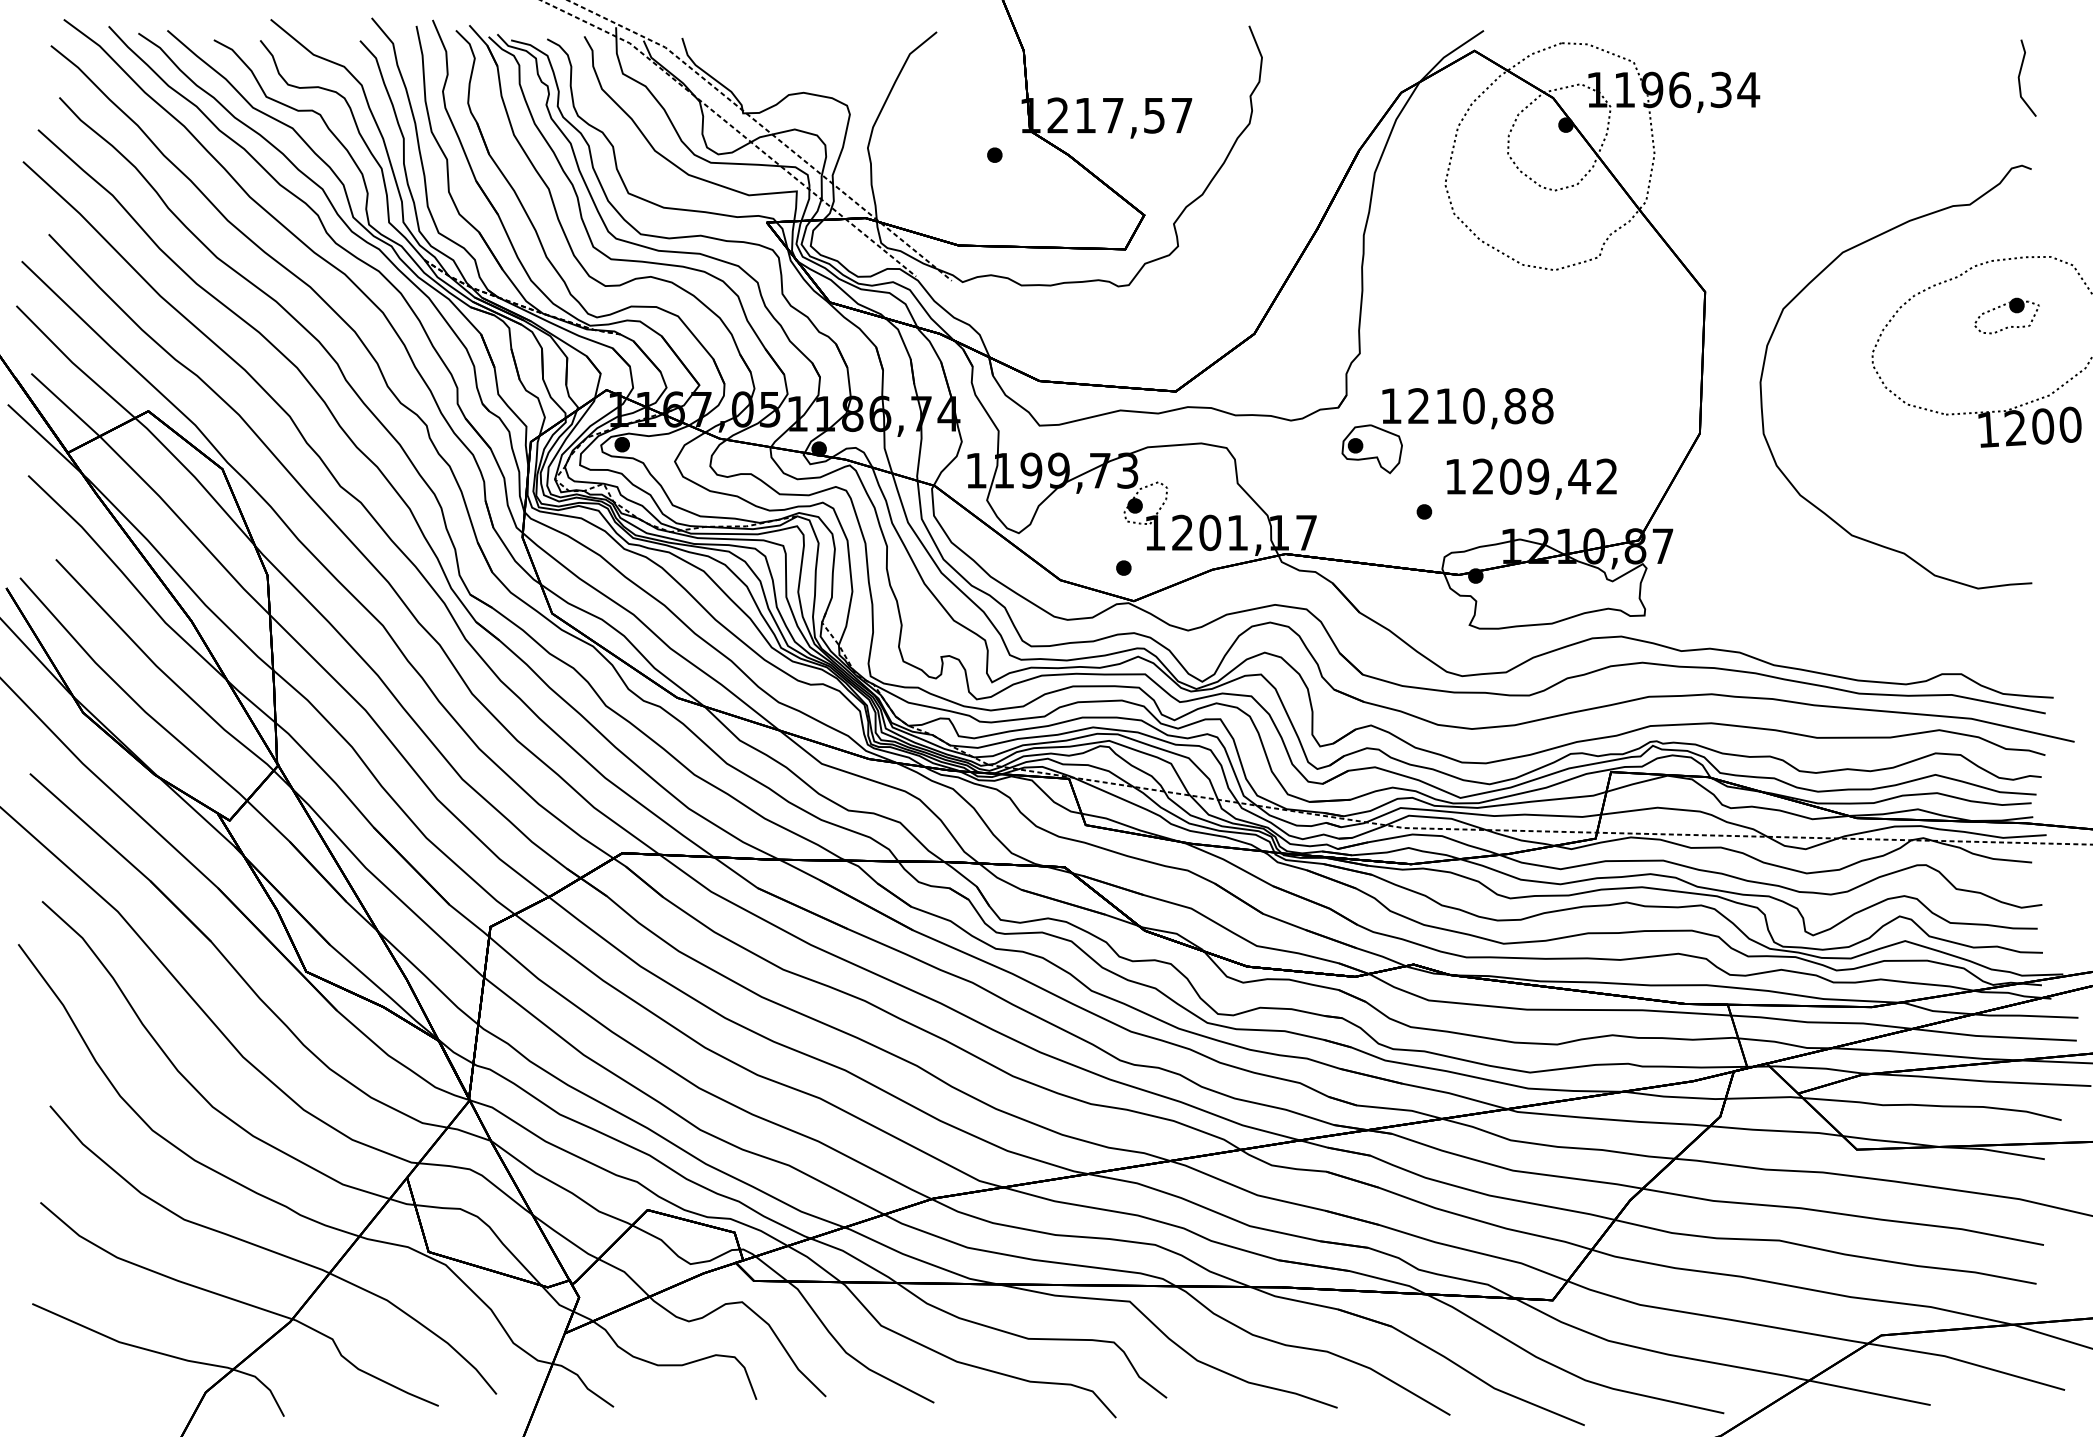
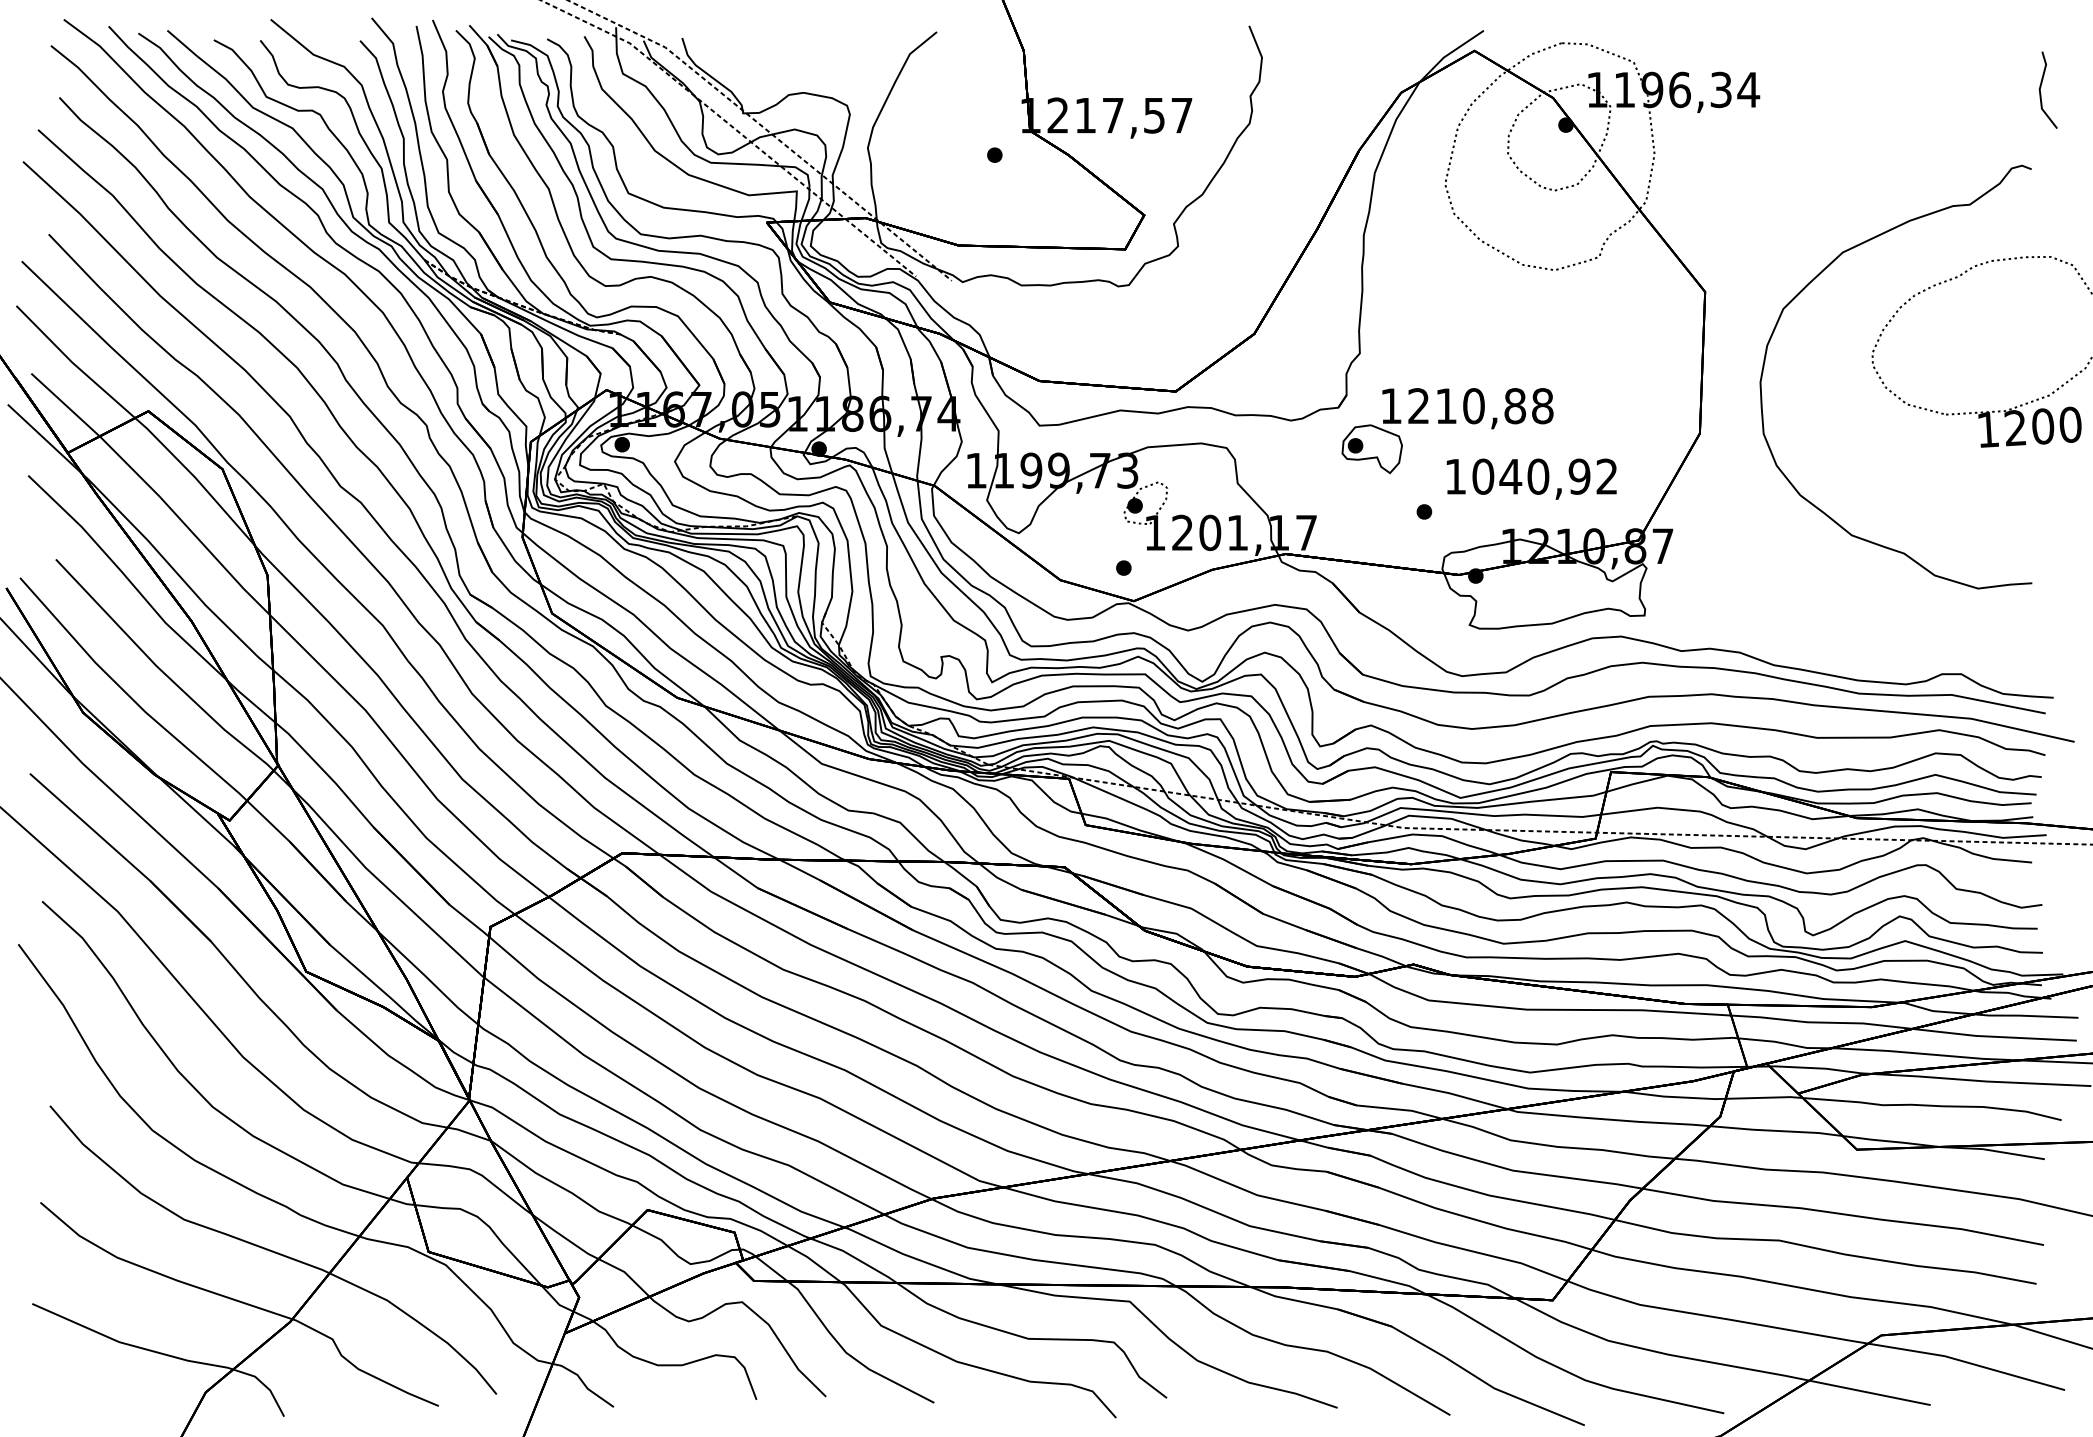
line at (2020, 75) position: (2020, 75) -> (2041, 87)
part at (2010, 310): present -> none
text at (1531, 476): 1209,42 -> 1040,92
